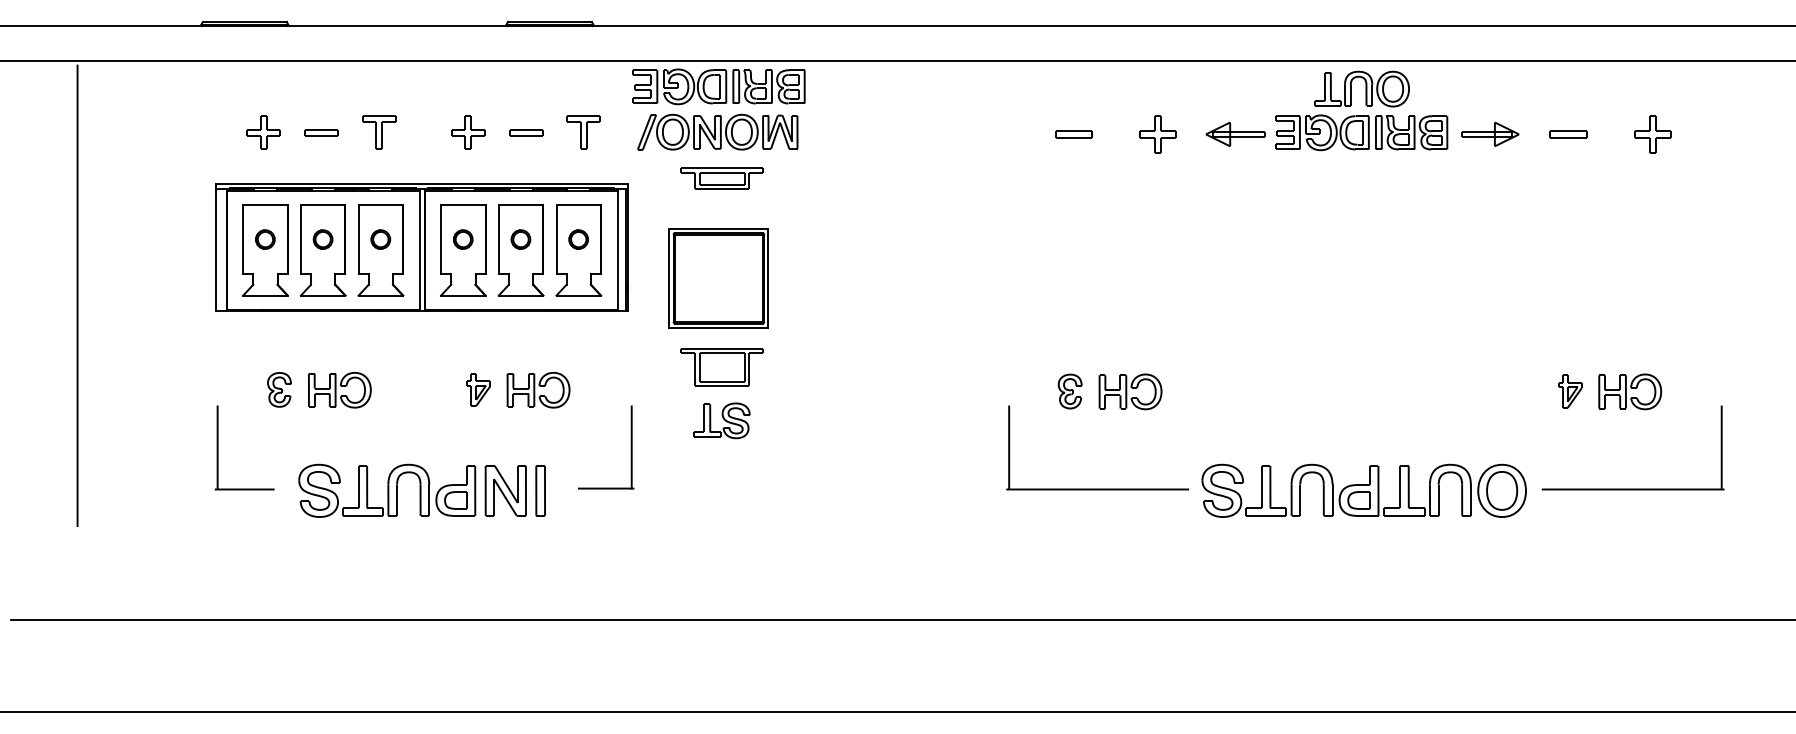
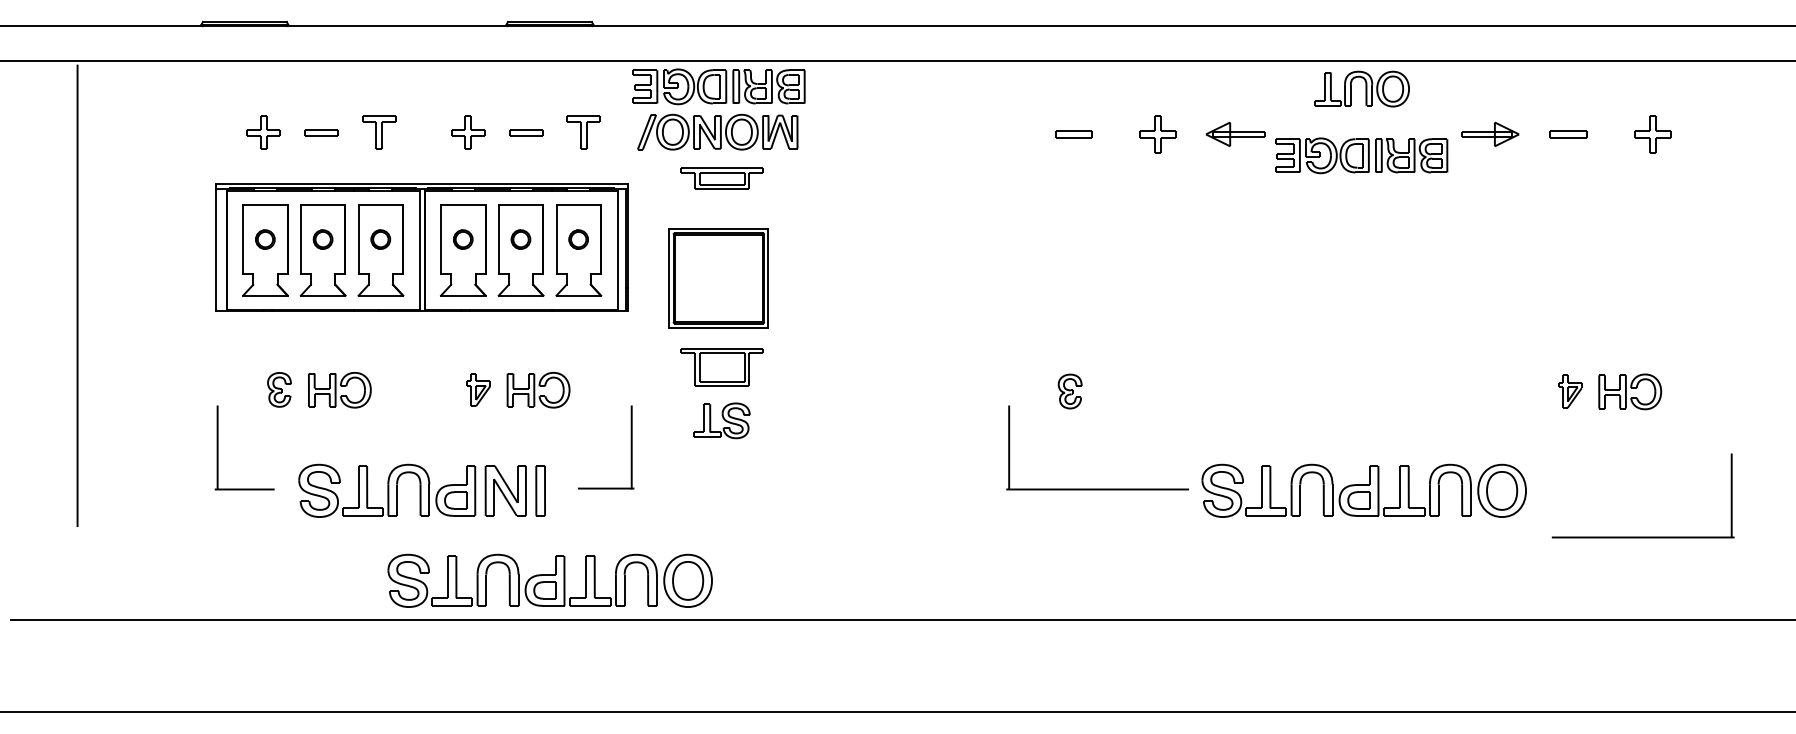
part at (1361, 132) position: (1361, 132) -> (1361, 155)
part at (1130, 391): present -> none
part at (1632, 488) position: (1632, 488) -> (1642, 536)
part at (549, 580): none -> present
